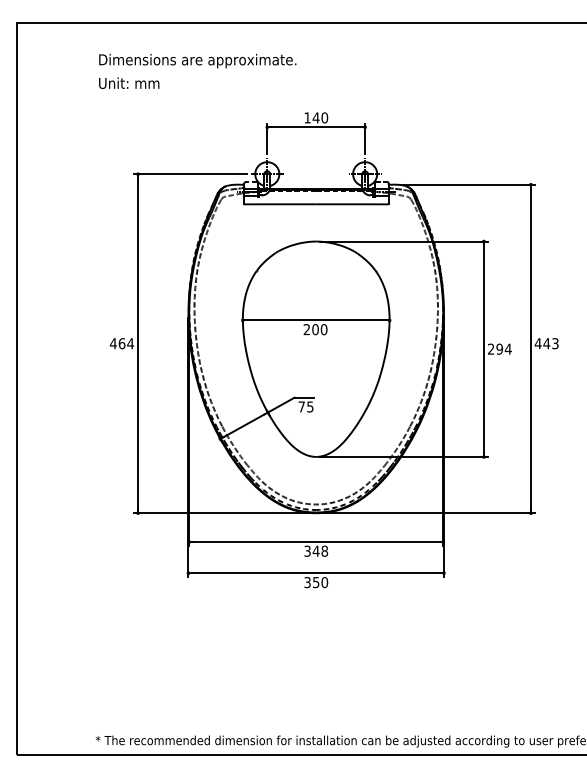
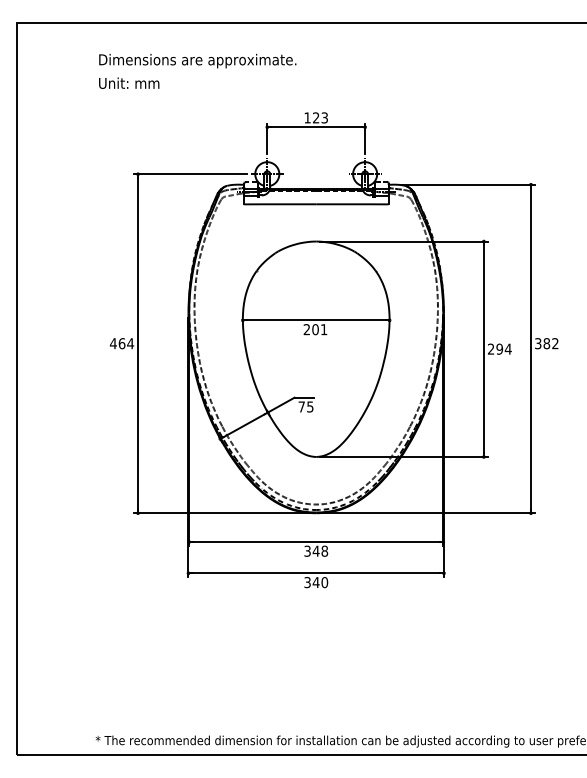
text at (320, 117): 140 -> 123
text at (323, 329): 200 -> 201
text at (546, 343): 443 -> 382
text at (315, 582): 350 -> 340
